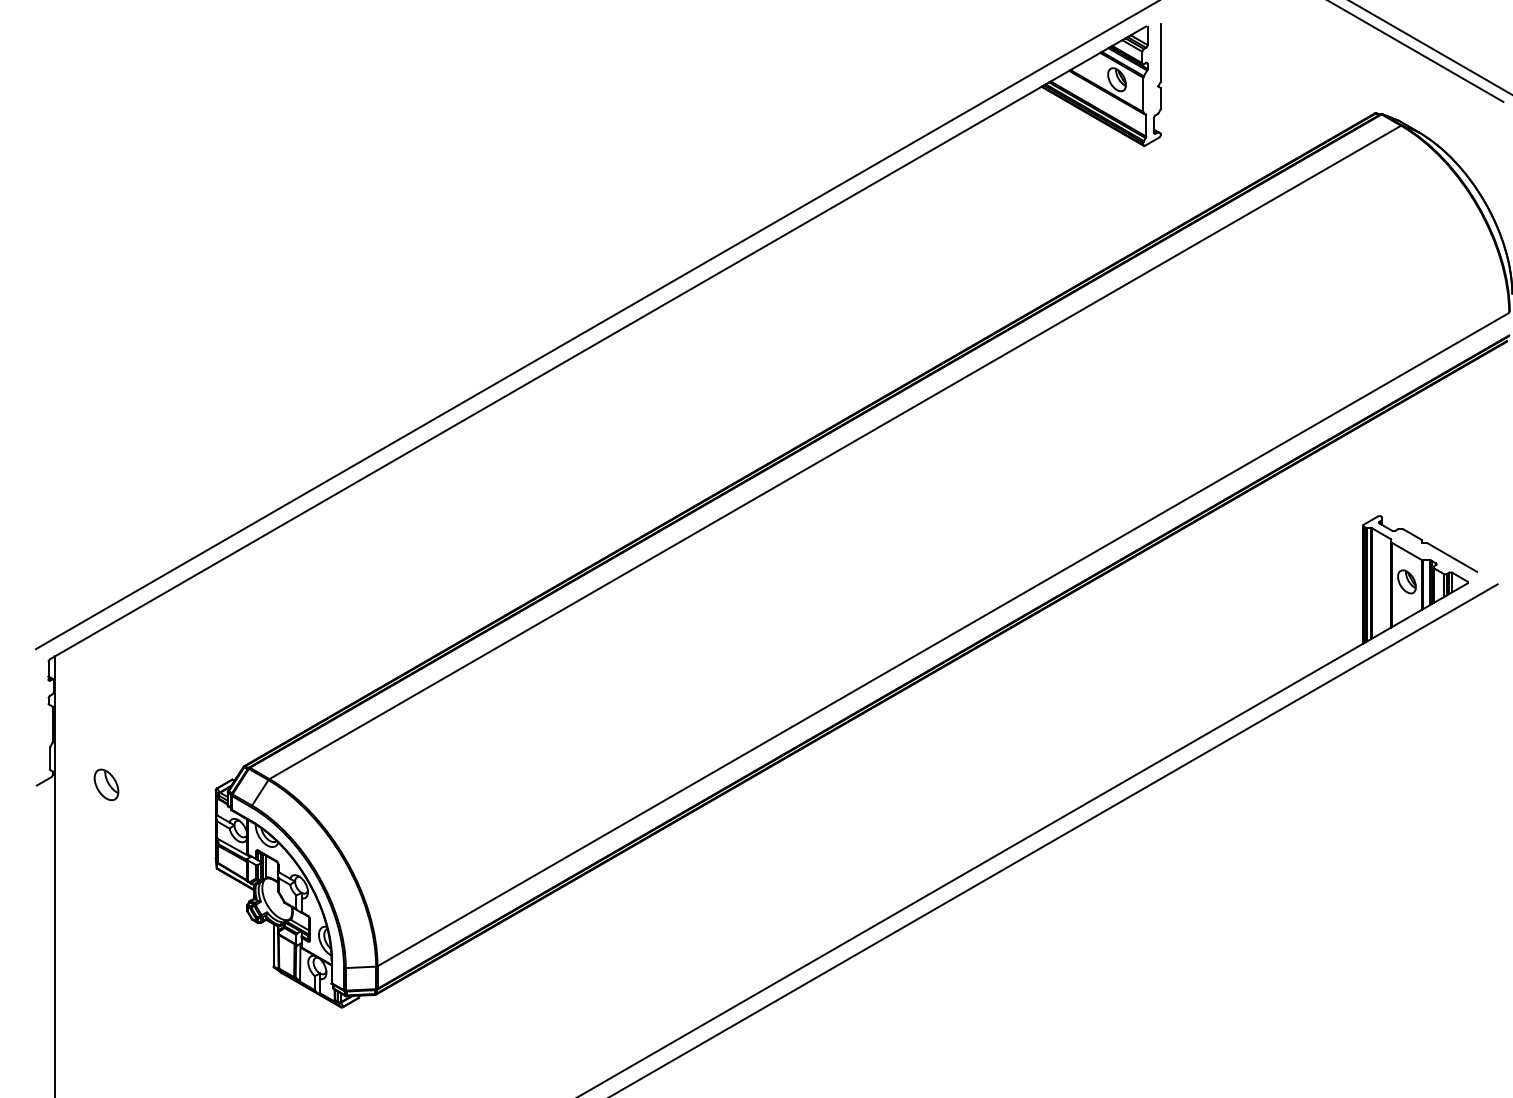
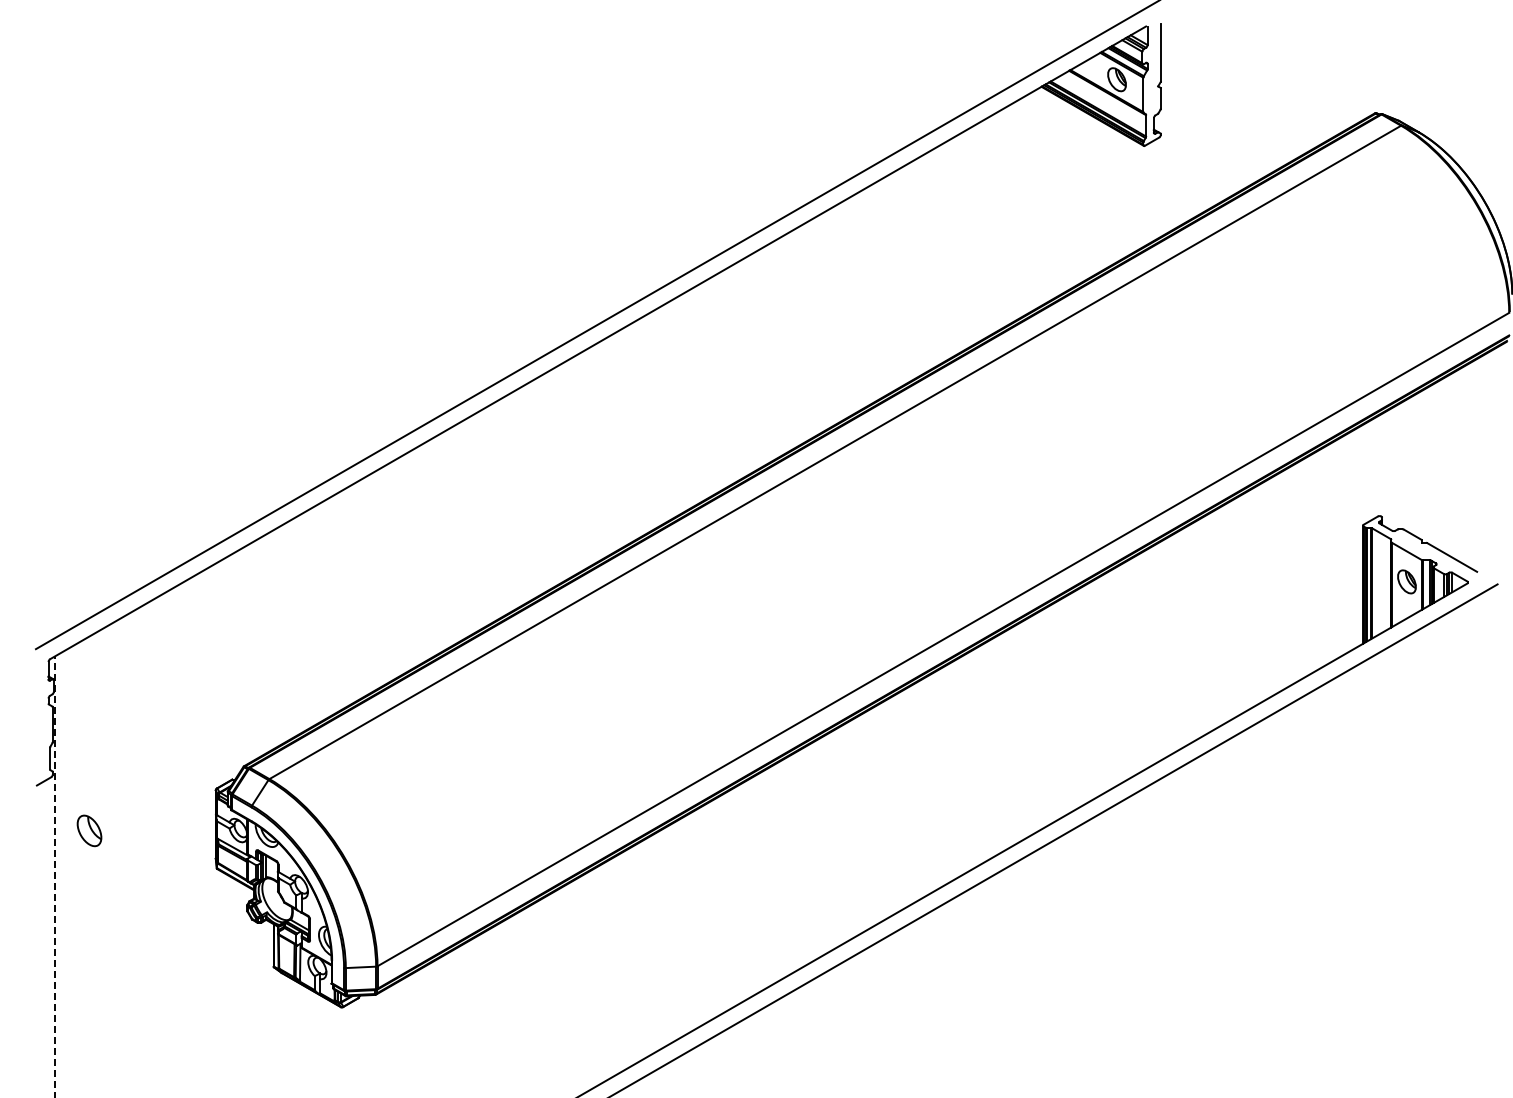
line at (1430, 47): present -> none
line at (1417, 51): present -> none
part at (106, 784) position: (106, 784) -> (89, 830)
line at (55, 877): solid -> dashed
